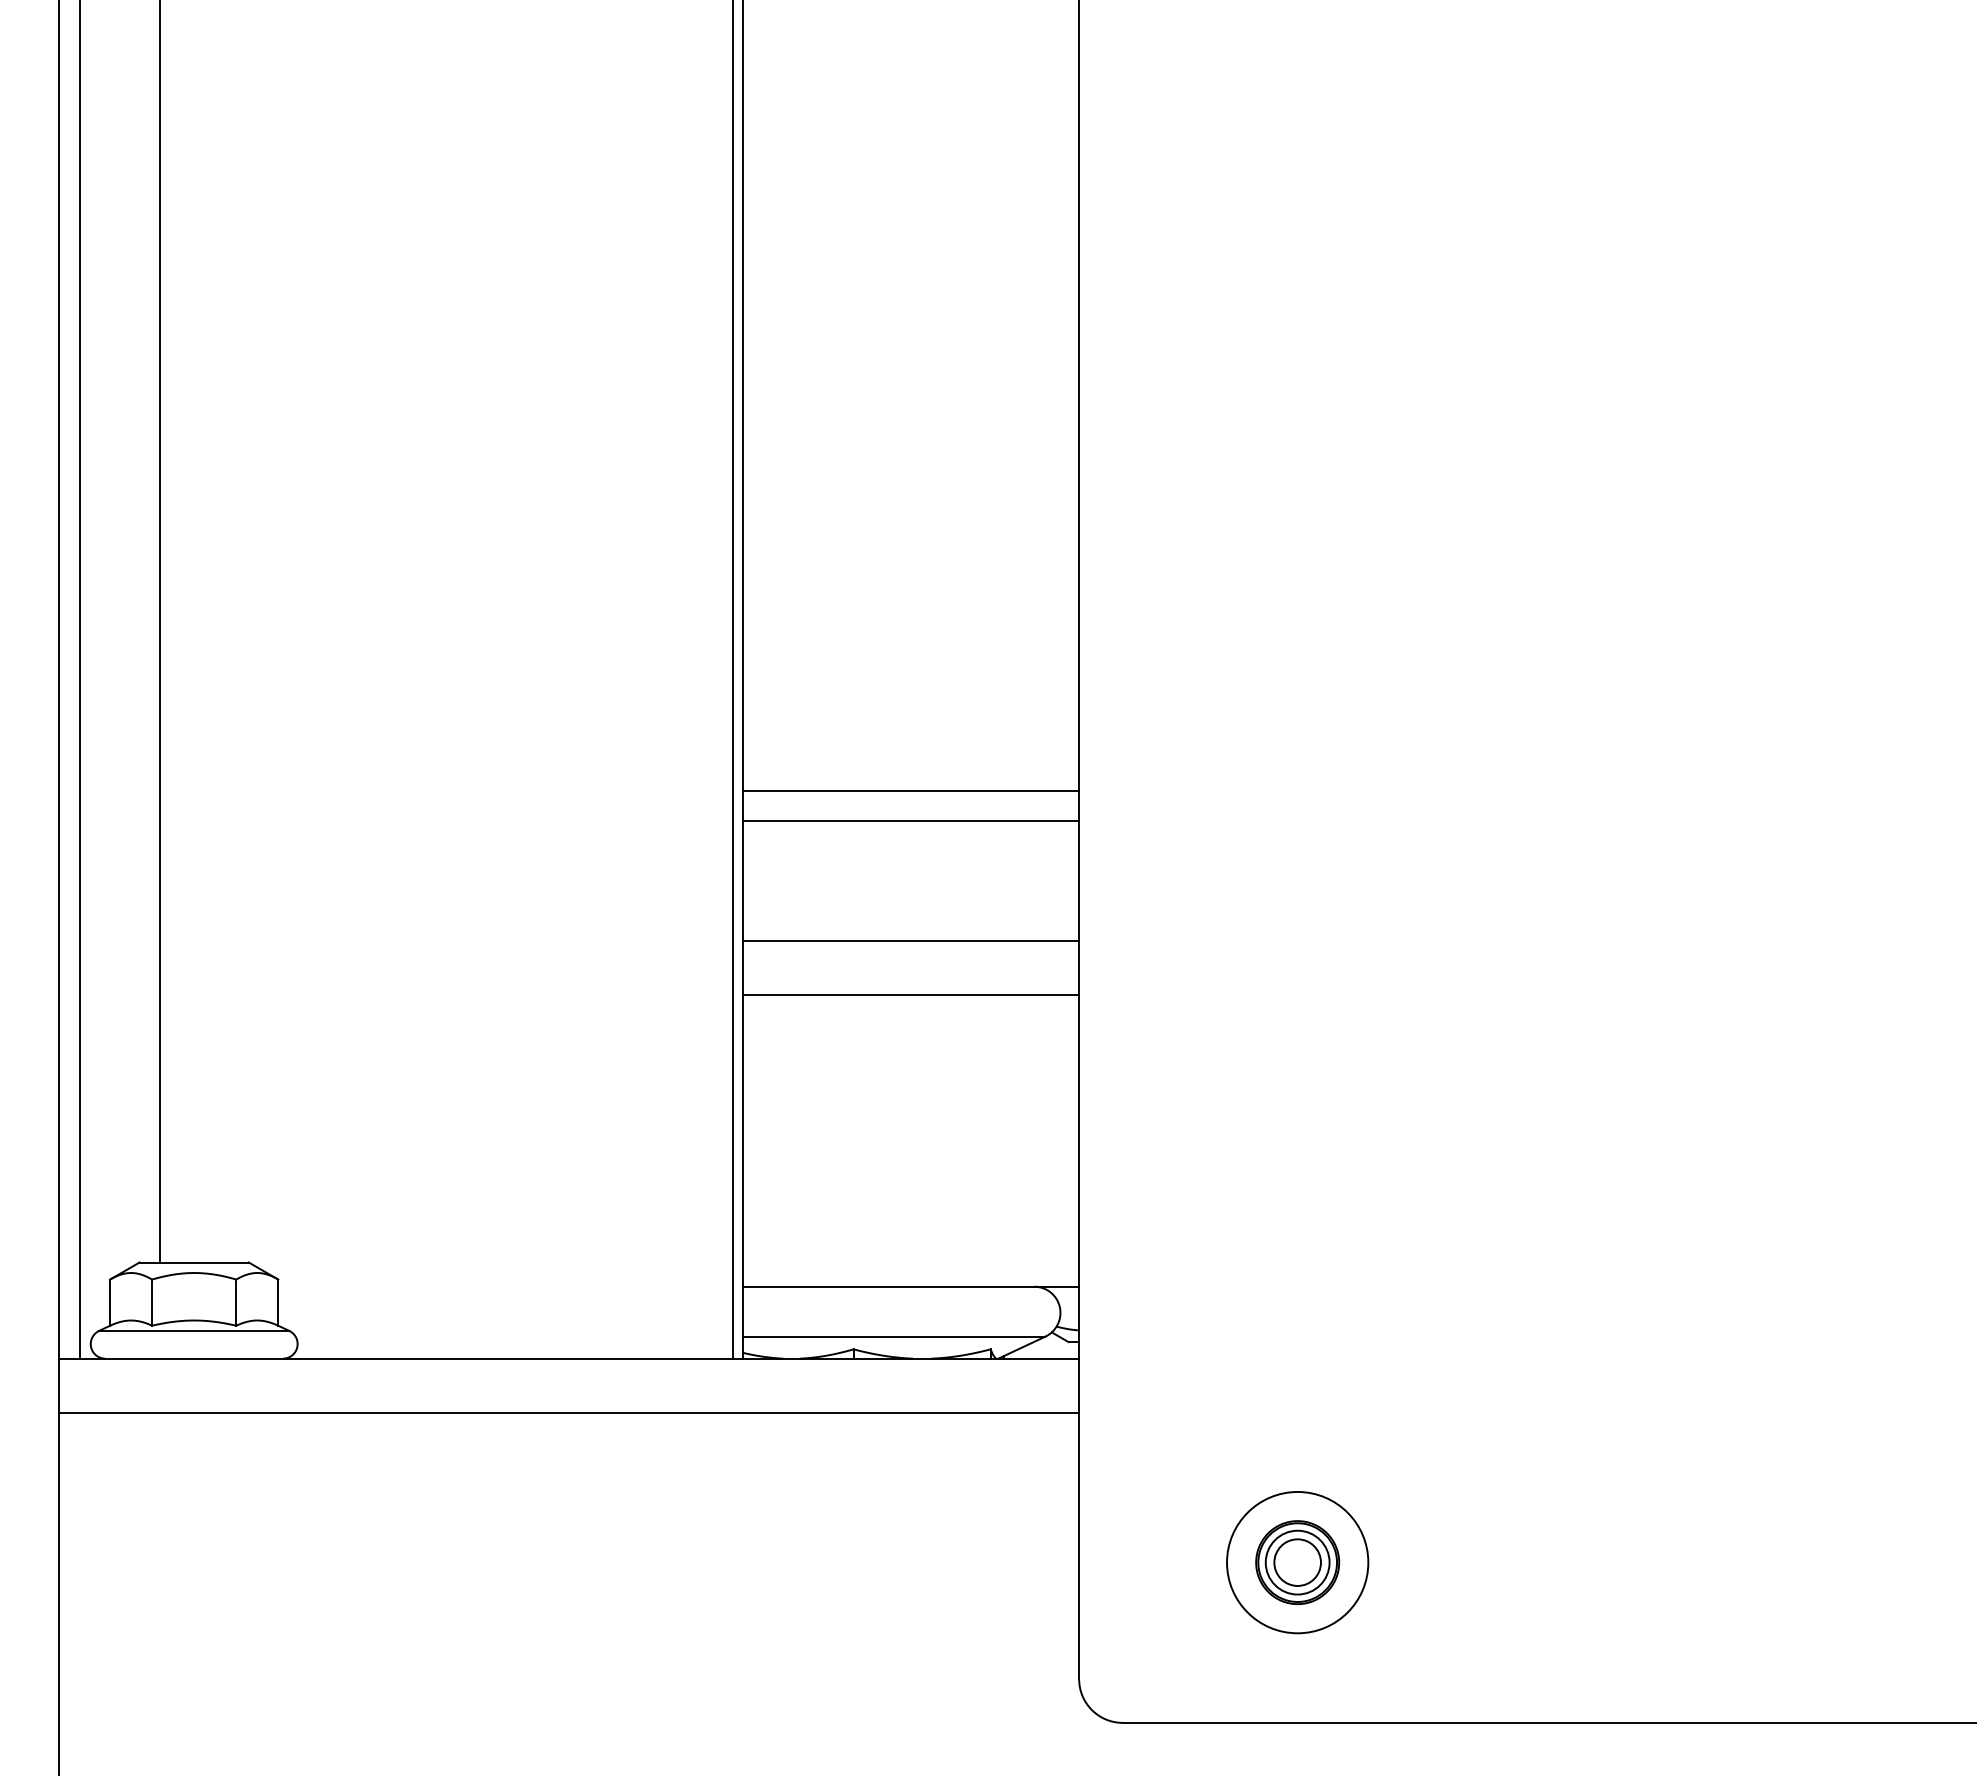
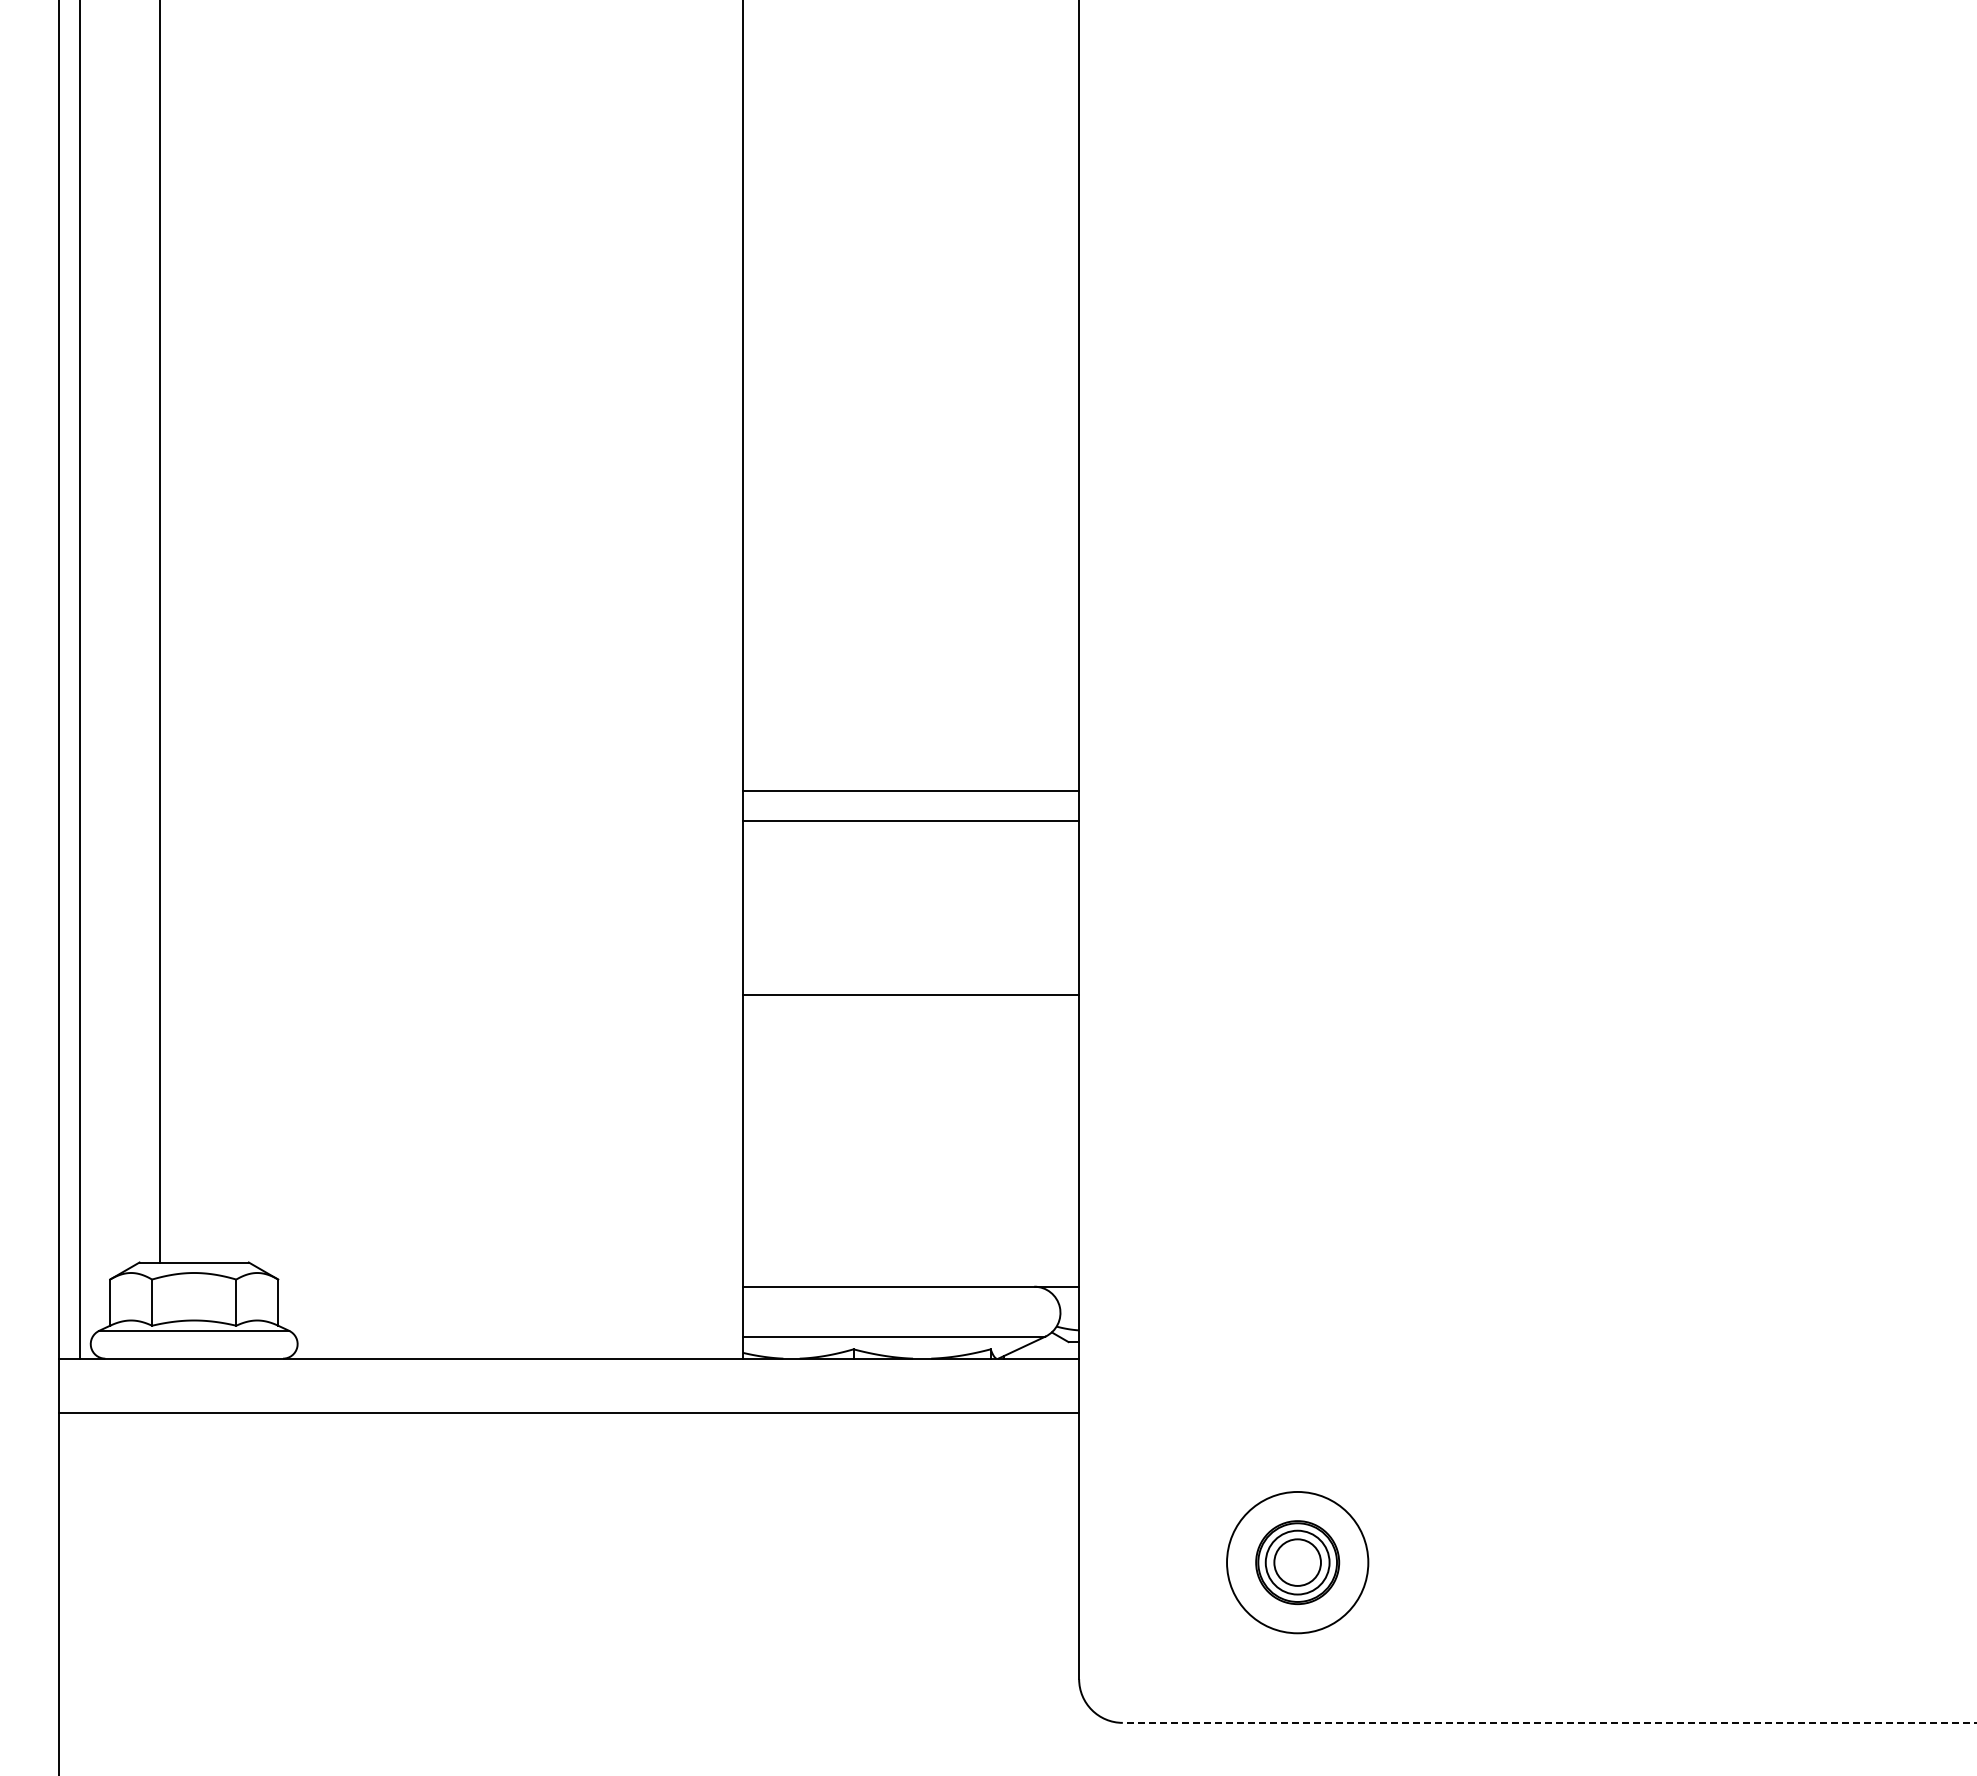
line at (732, 680): present -> none
line at (910, 940): present -> none
line at (1549, 1722): solid -> dashed
